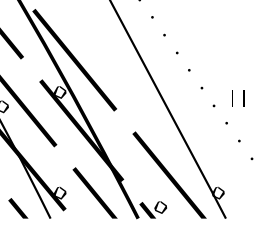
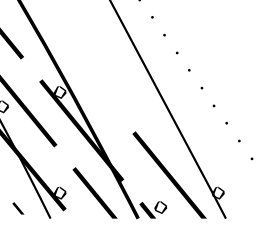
fill at (74, 59): present -> none
part at (238, 98): present -> none
part at (18, 208) size: 21x21 px -> 13x13 px
